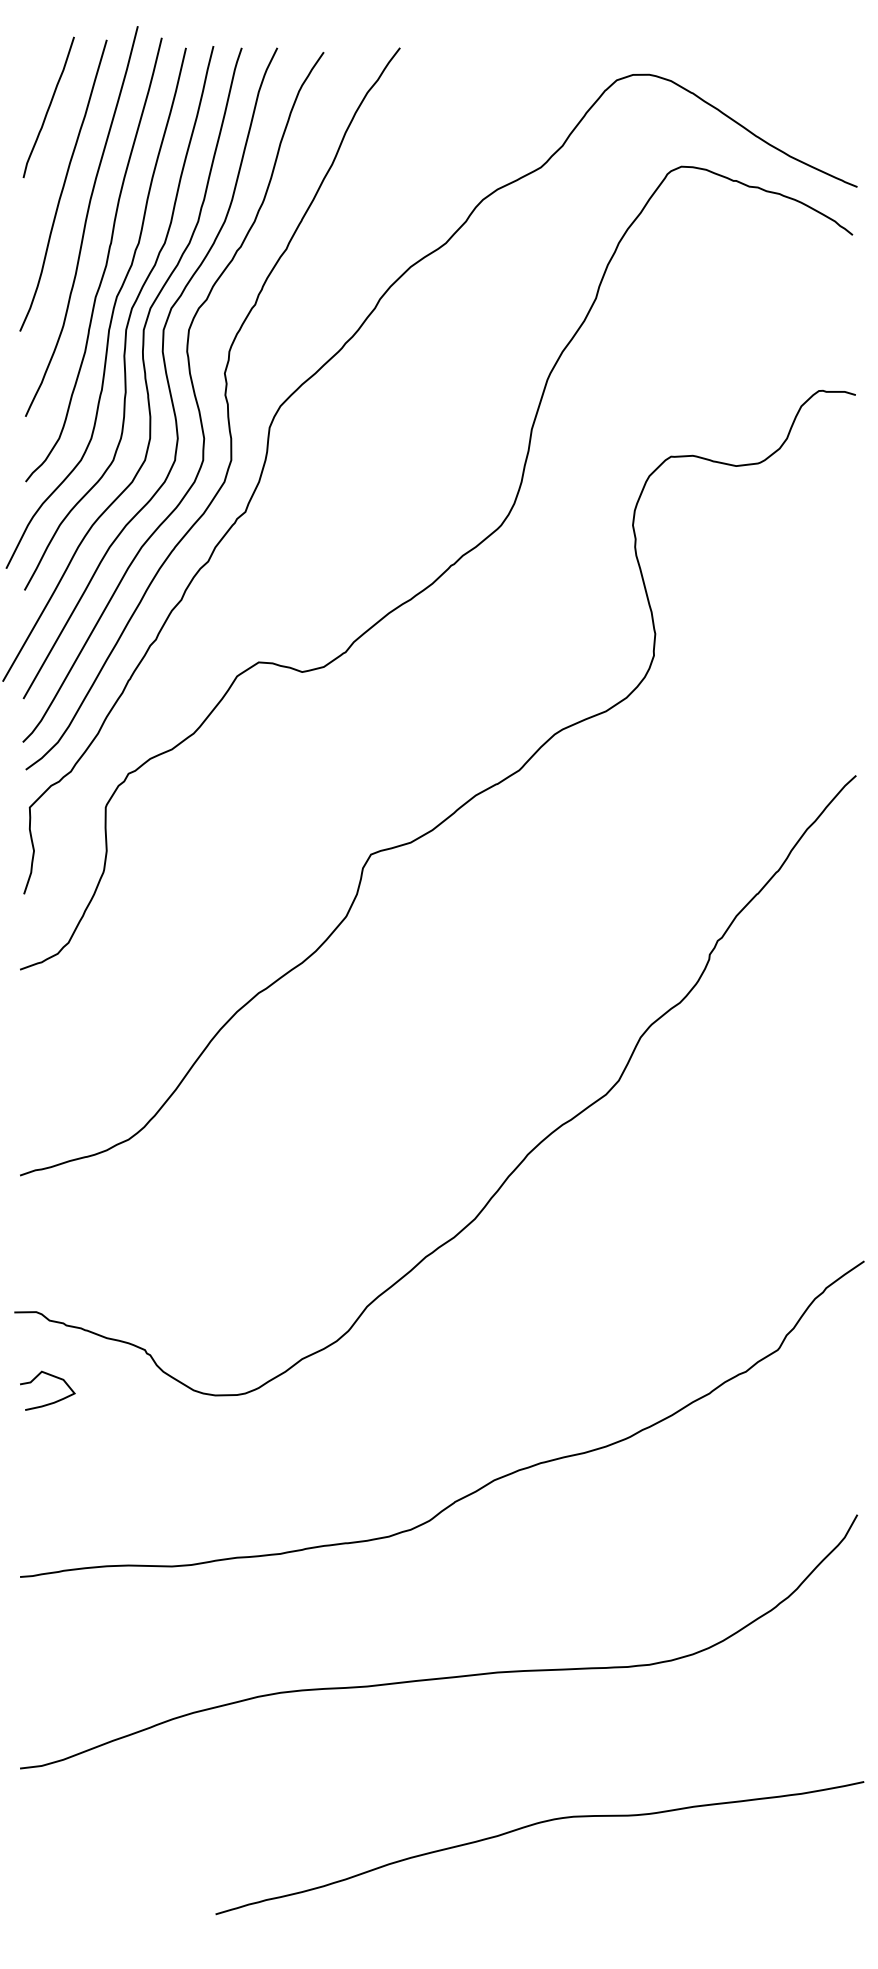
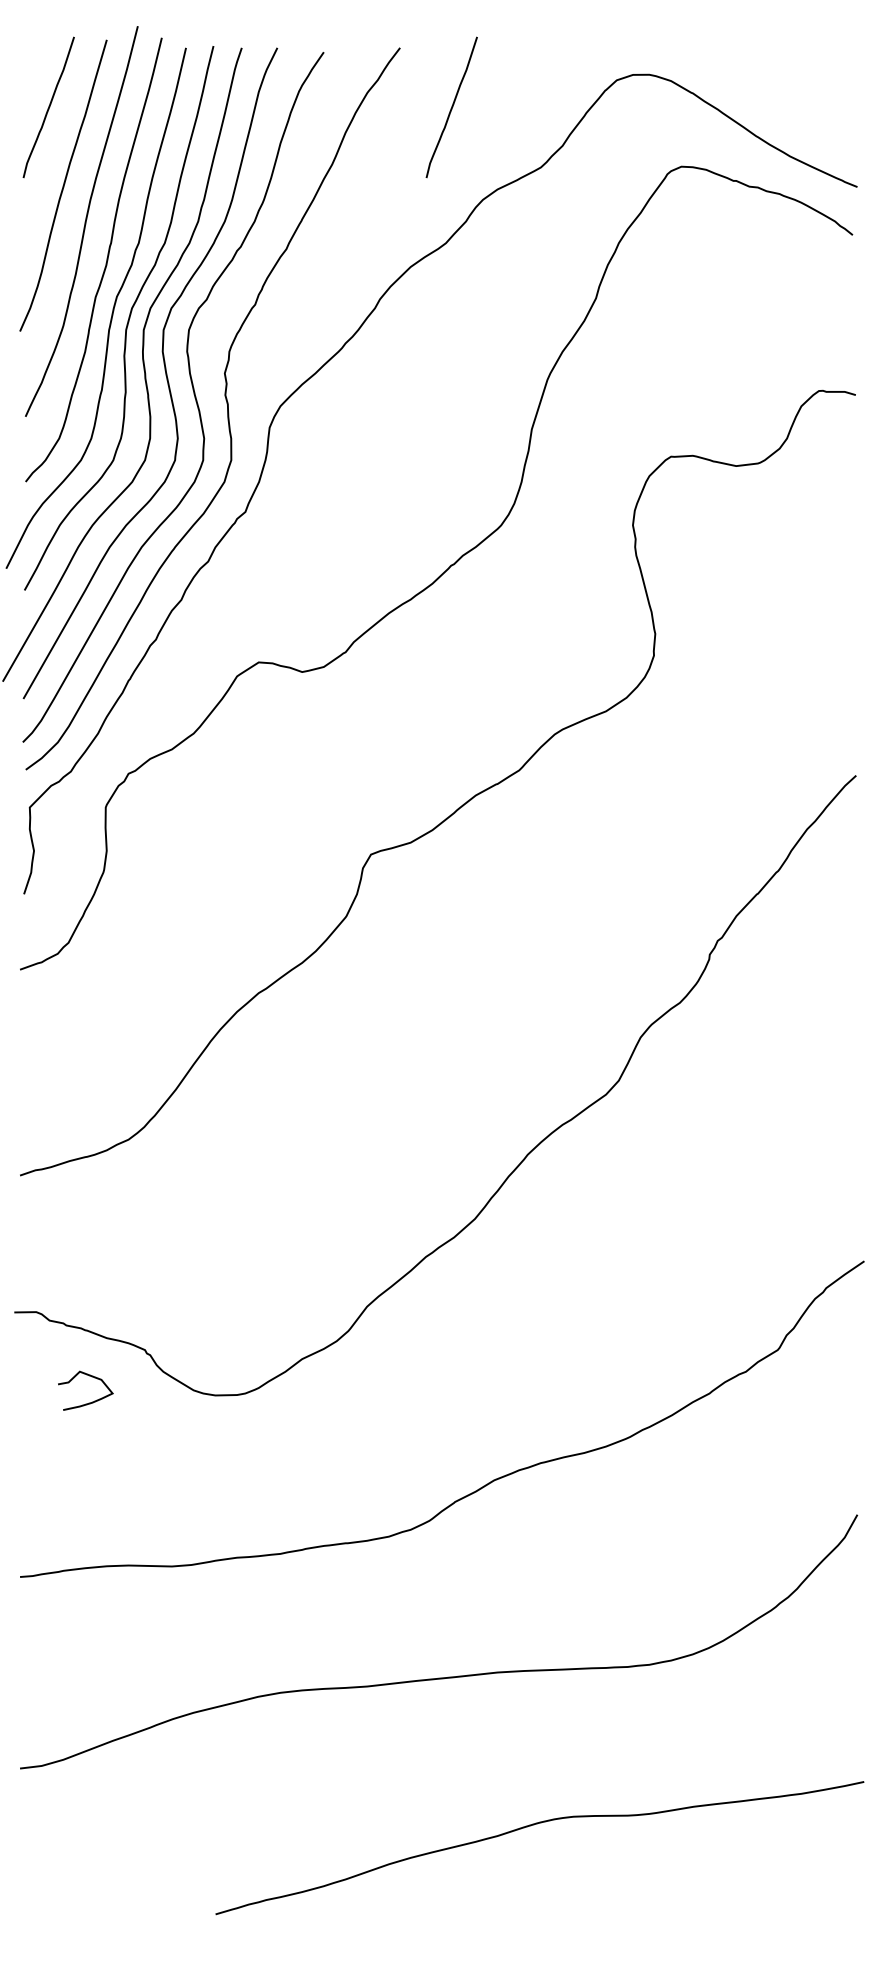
curve at (451, 107): none -> present
curve at (50, 1402) position: (50, 1402) -> (88, 1402)
